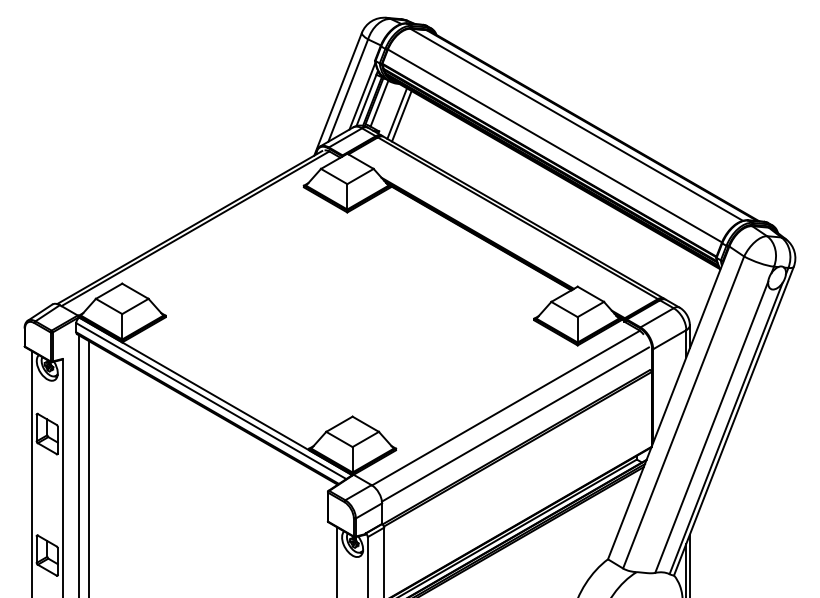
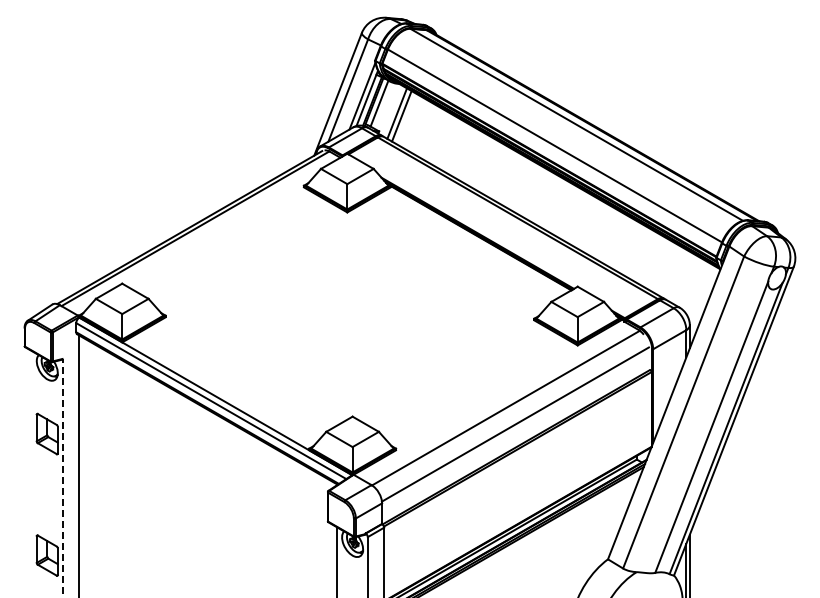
line at (89, 467): present -> none
line at (32, 472): present -> none
line at (62, 477): solid -> dashed
